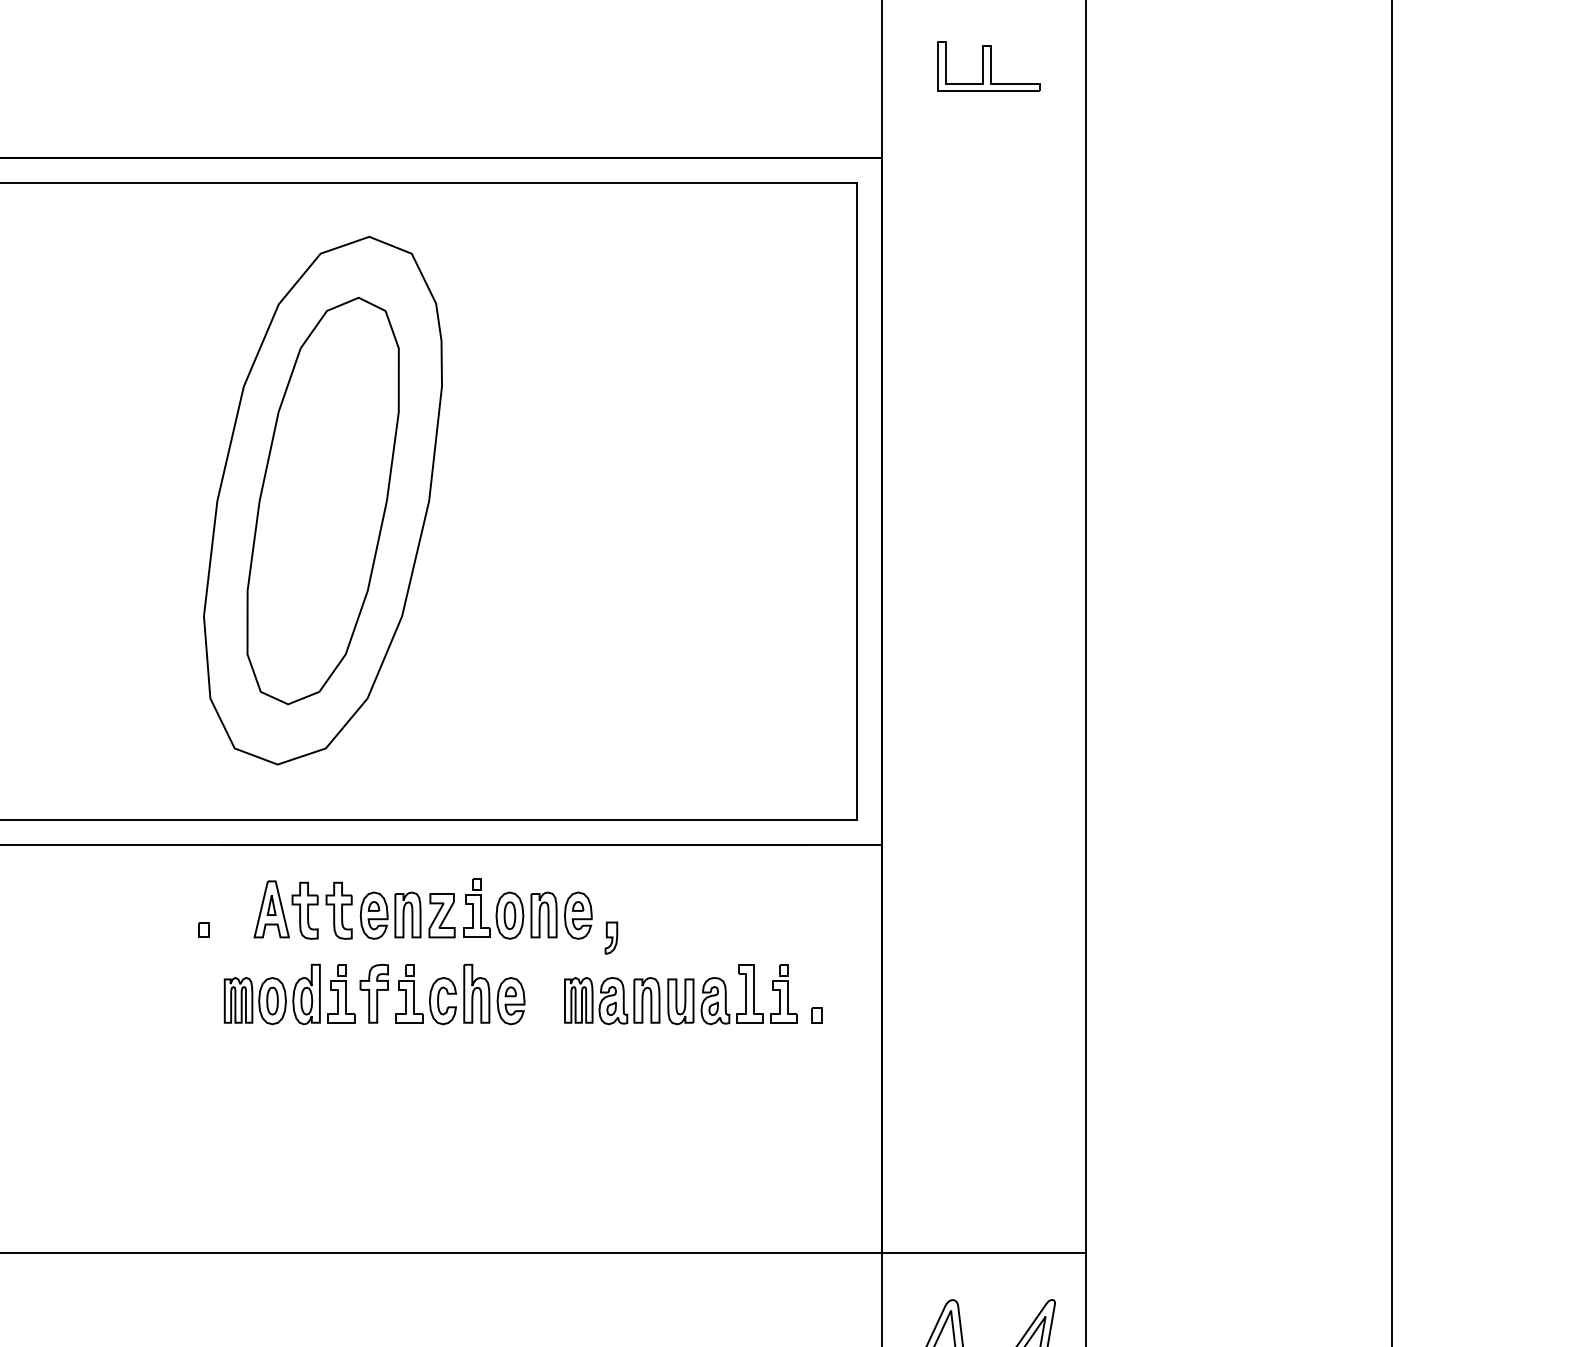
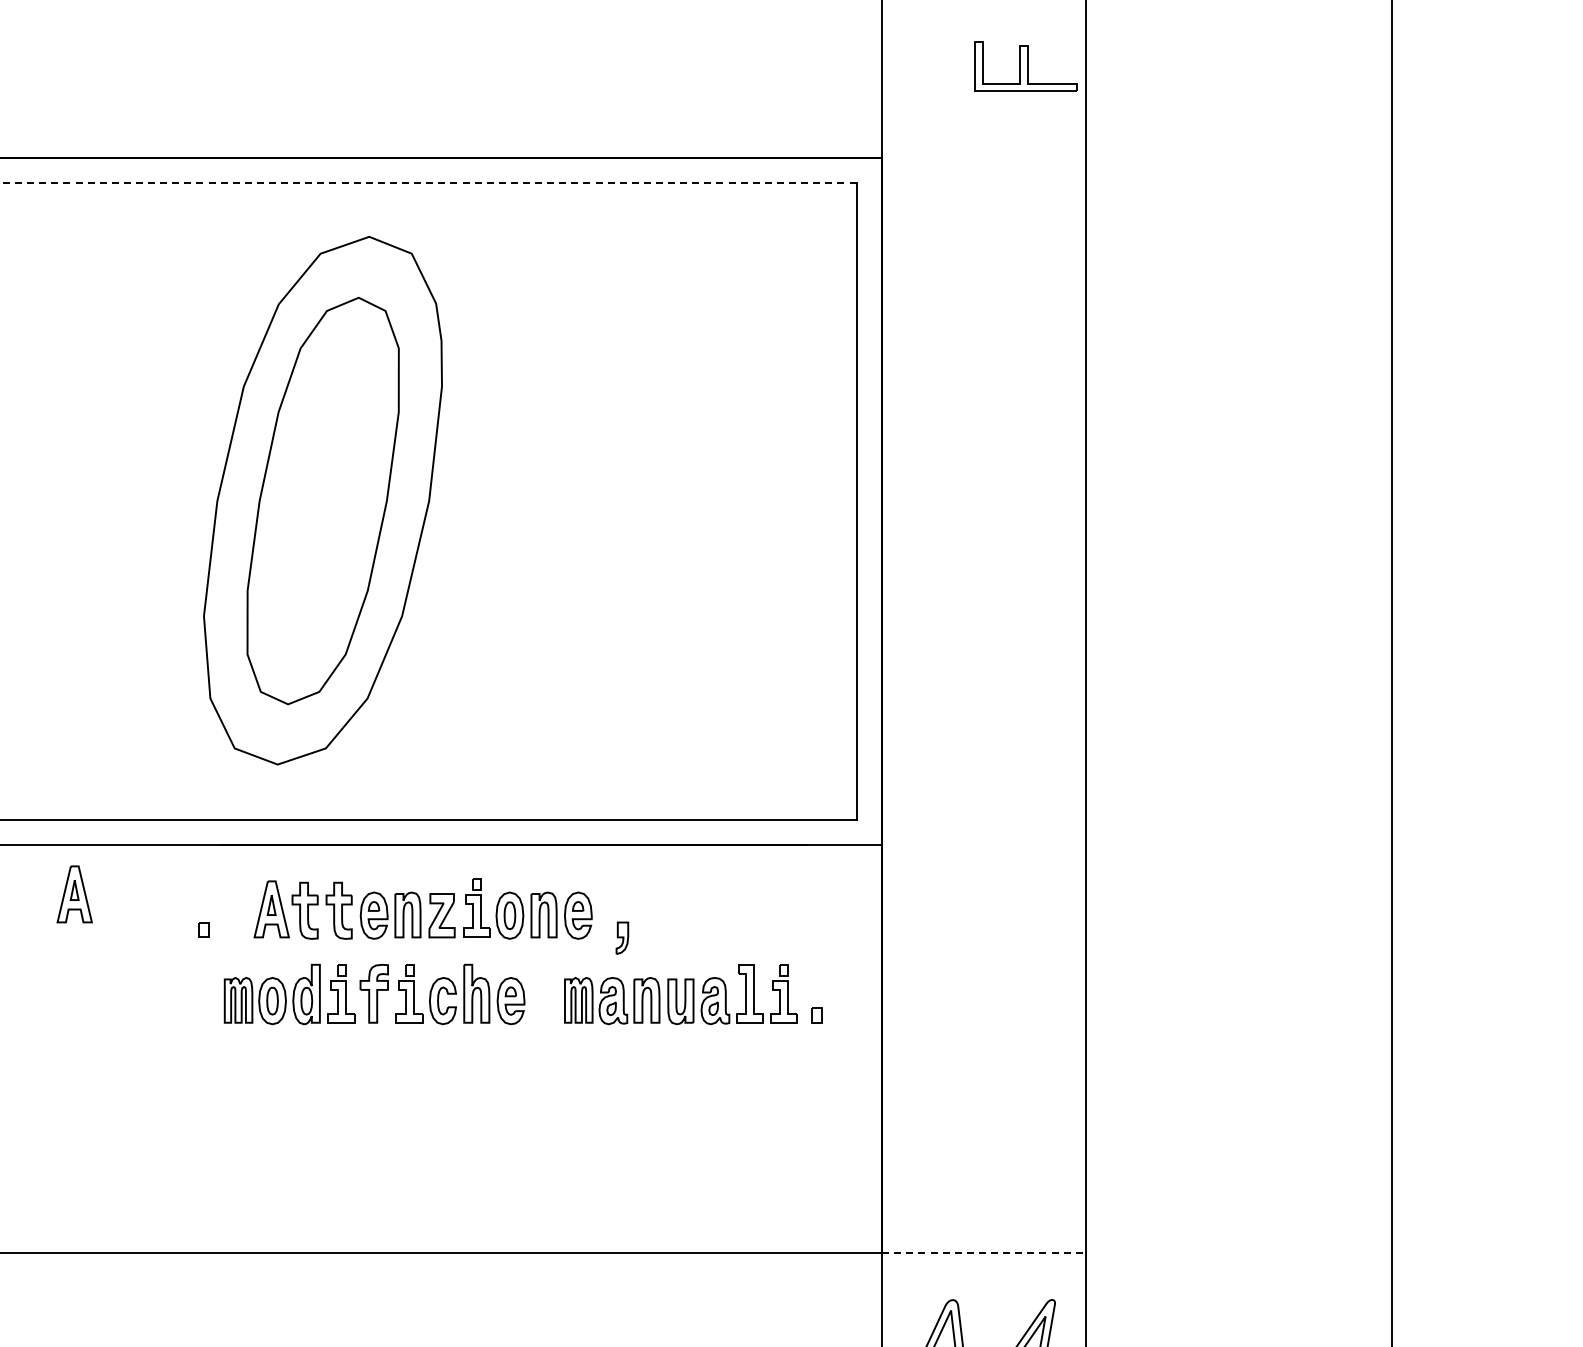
part at (988, 66) position: (988, 66) -> (1025, 66)
line at (428, 183): solid -> dashed
part at (74, 894): none -> present
part at (611, 937) position: (611, 937) -> (622, 937)
line at (984, 1252): solid -> dashed
